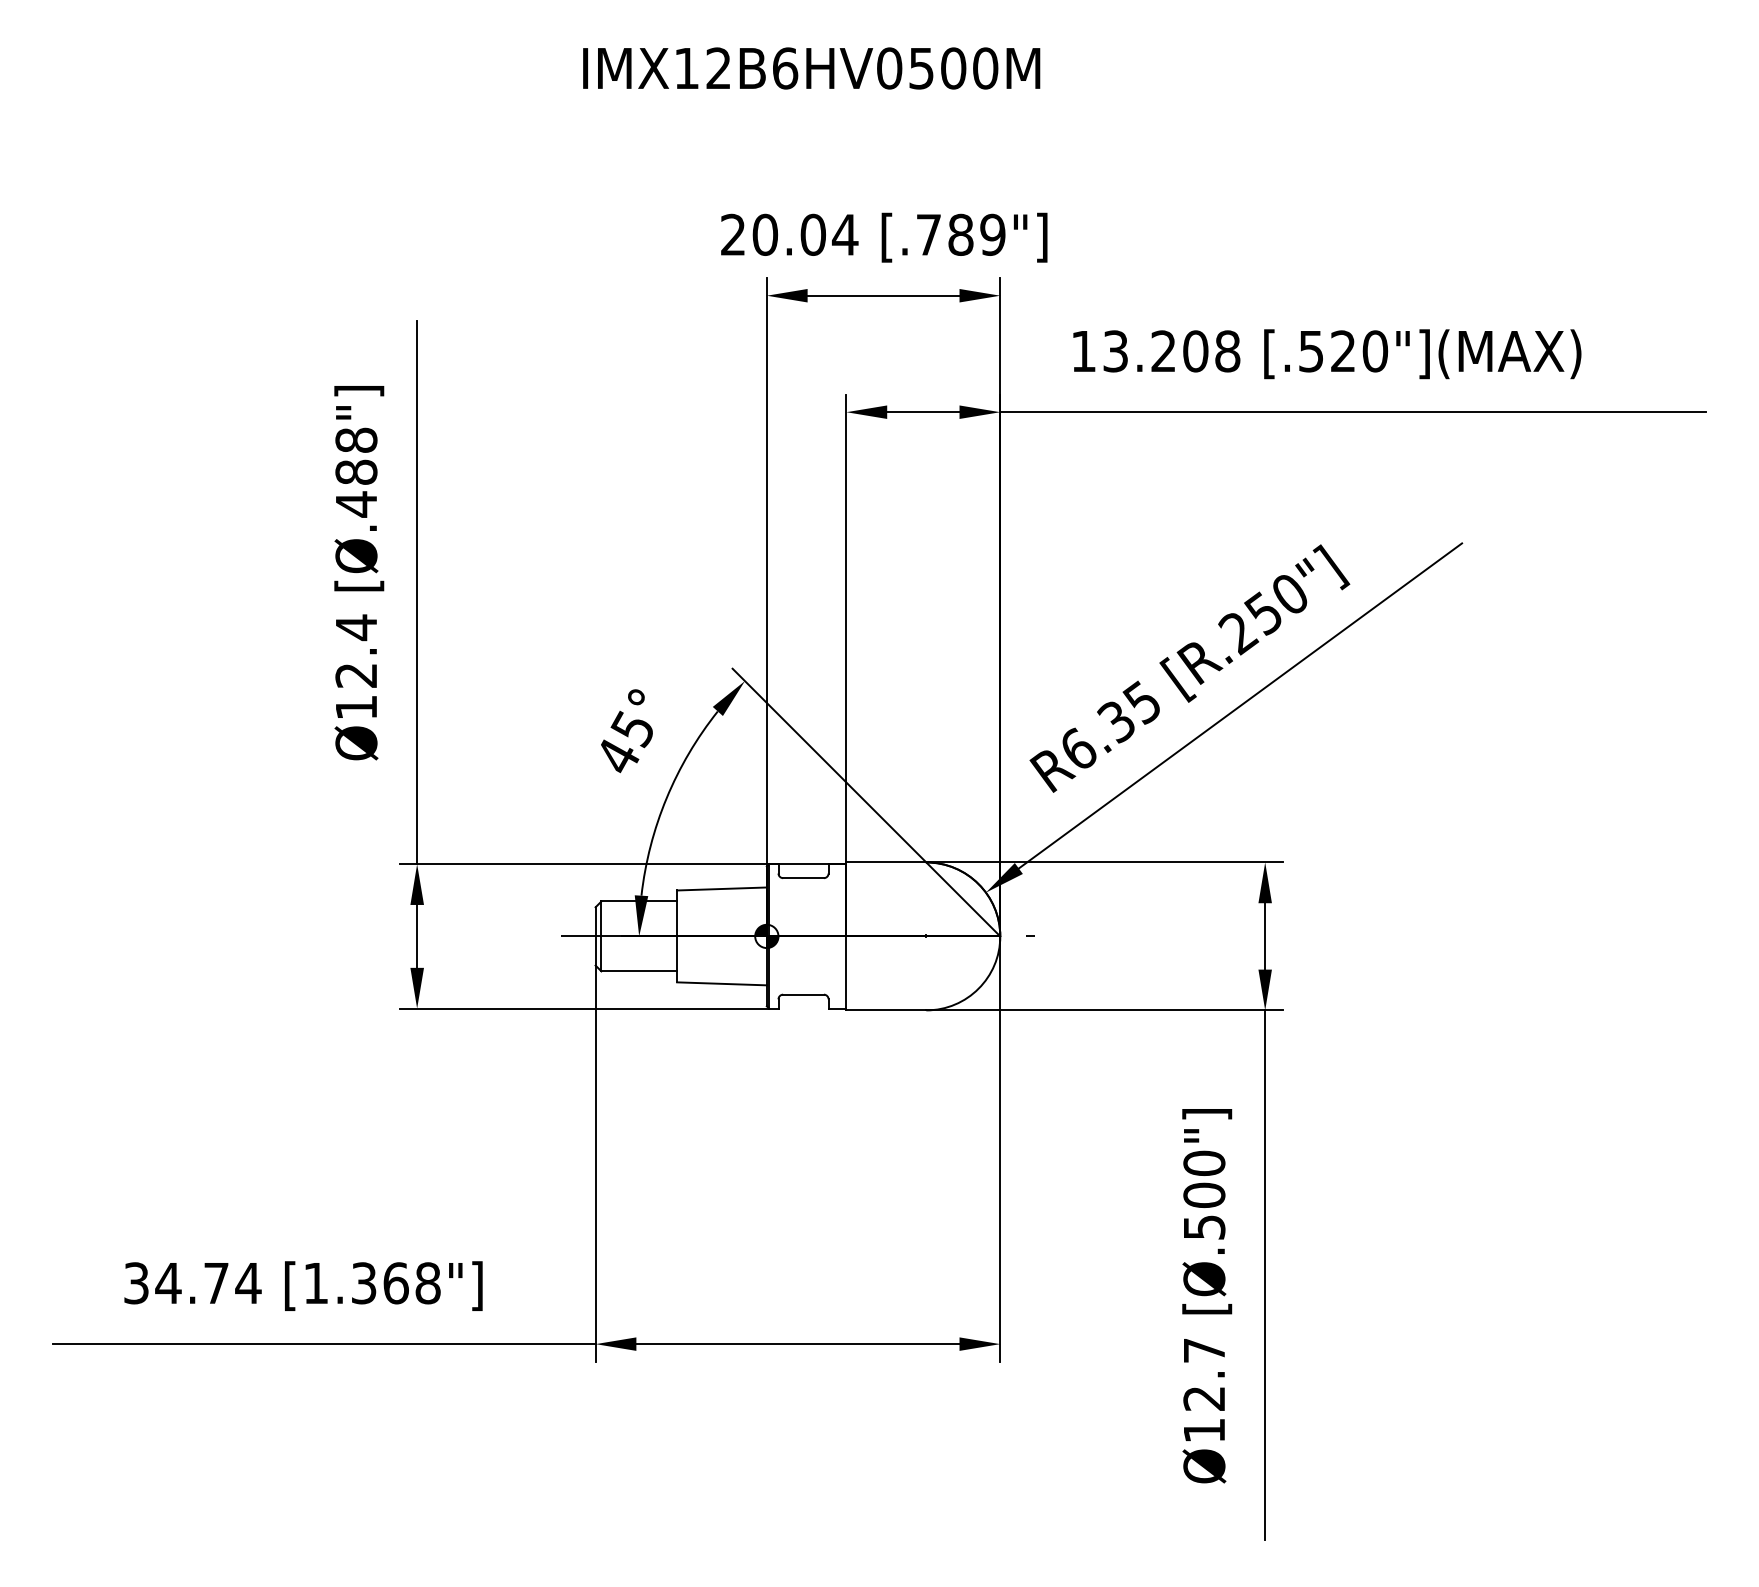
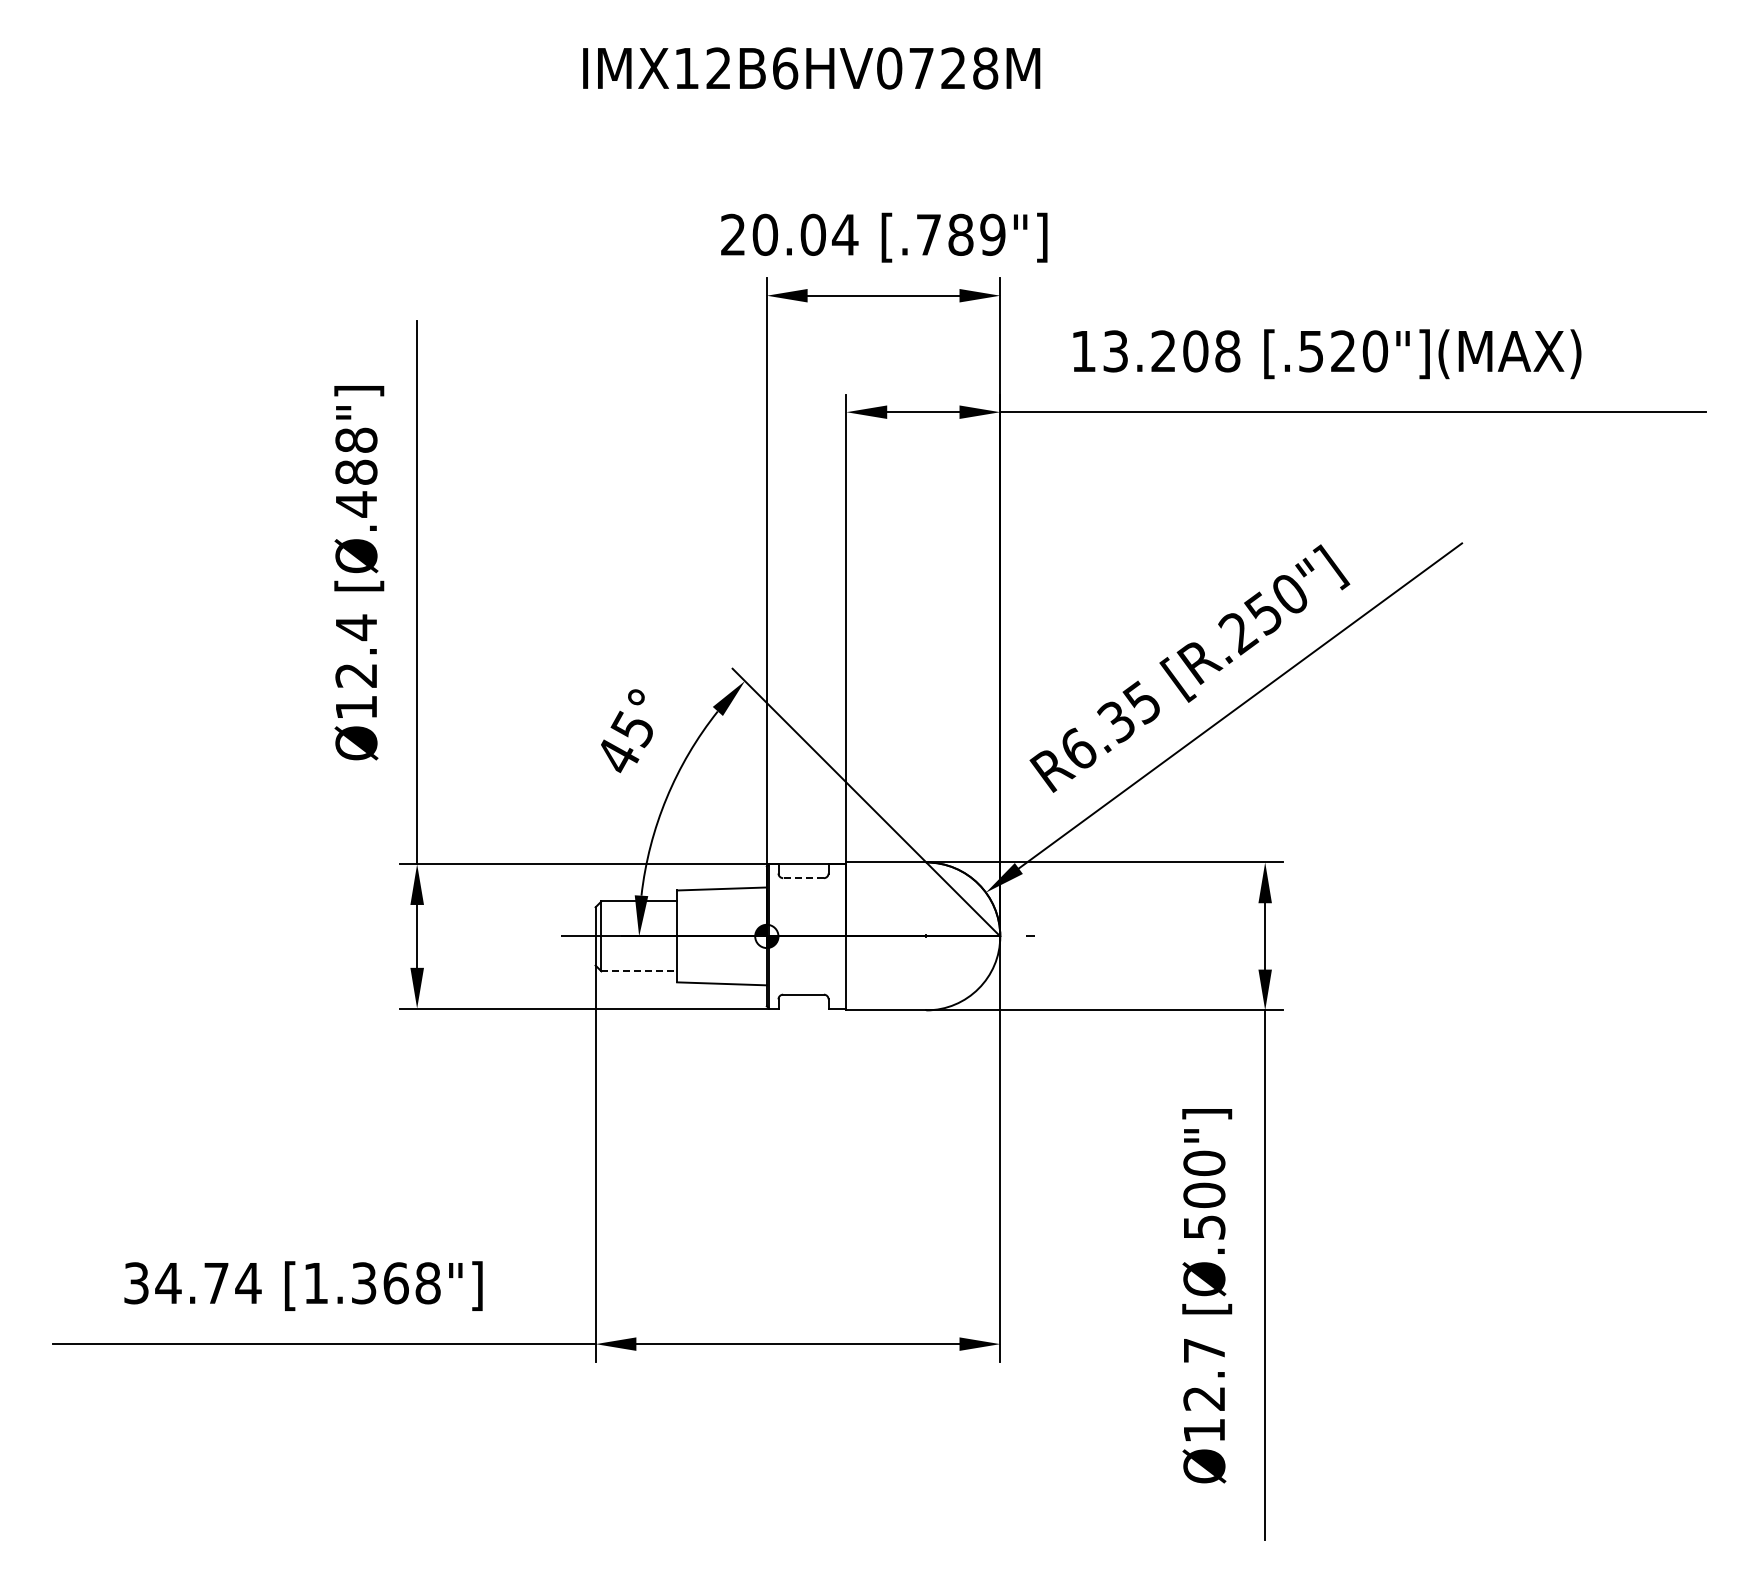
text at (953, 68): IMX12B6HV0500M -> IMX12B6HV0728M
line at (803, 878): solid -> dashed
line at (639, 971): solid -> dashed
